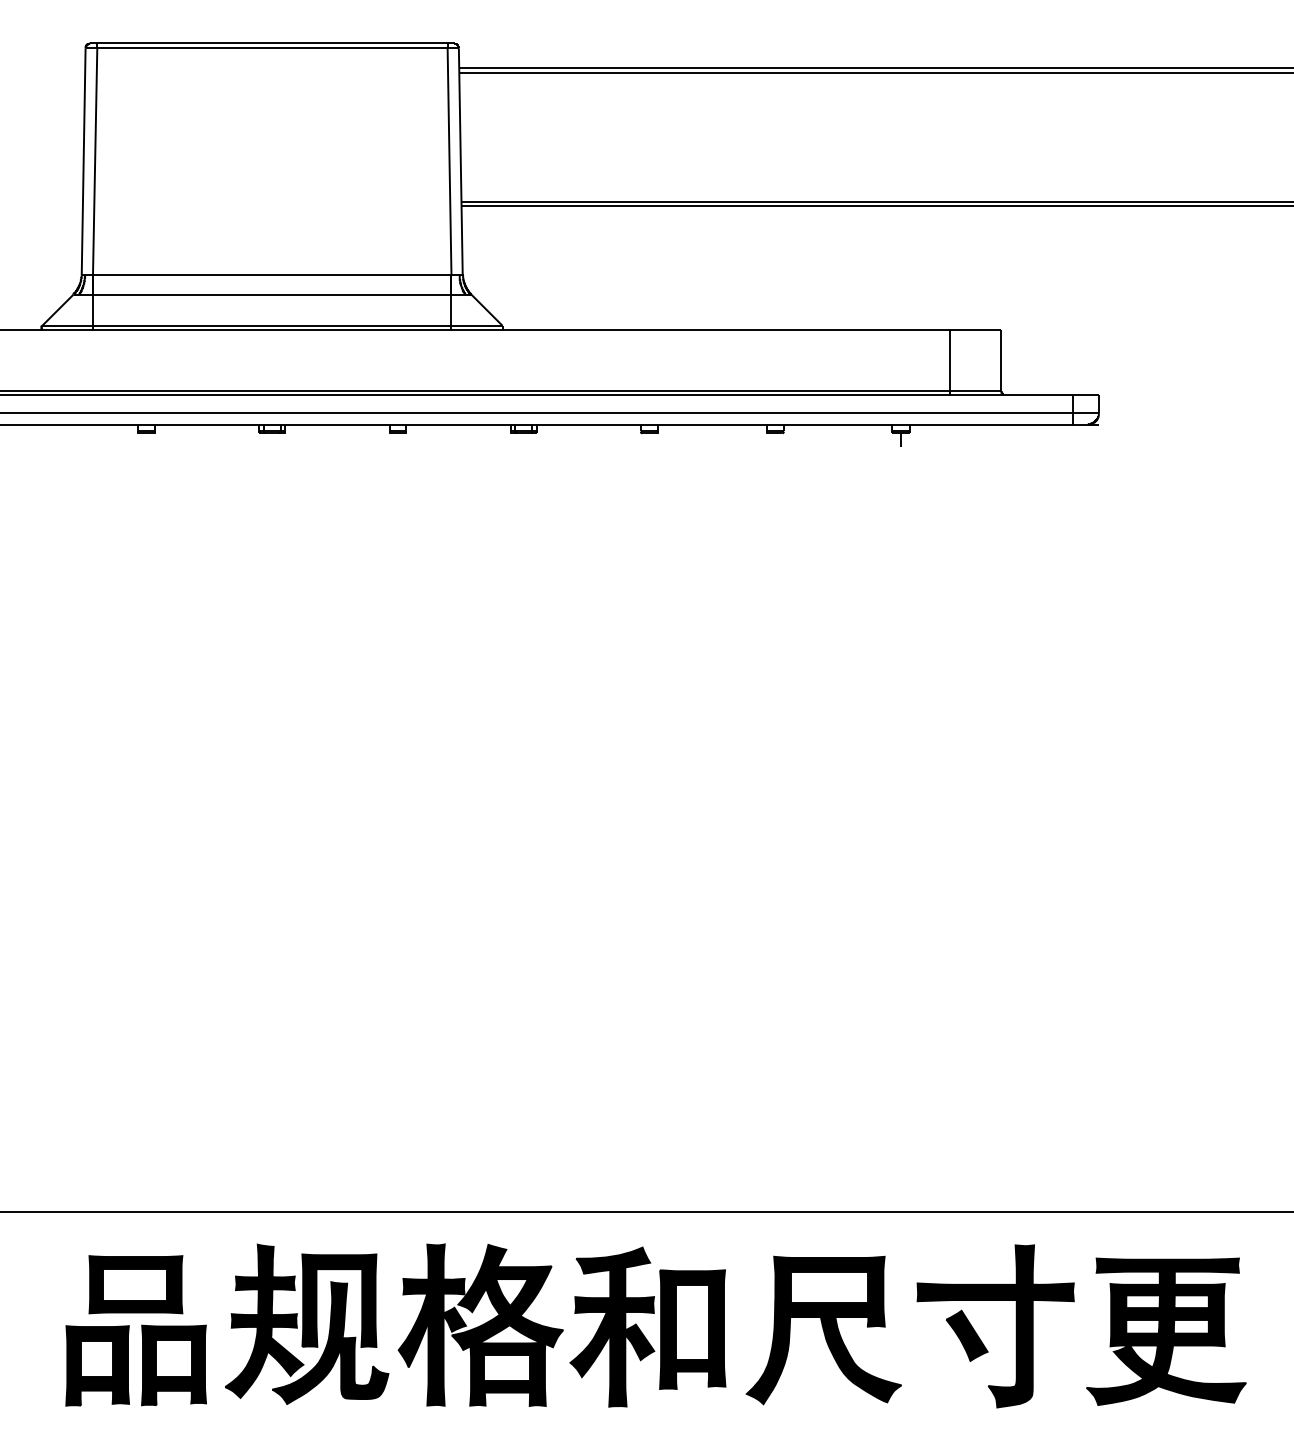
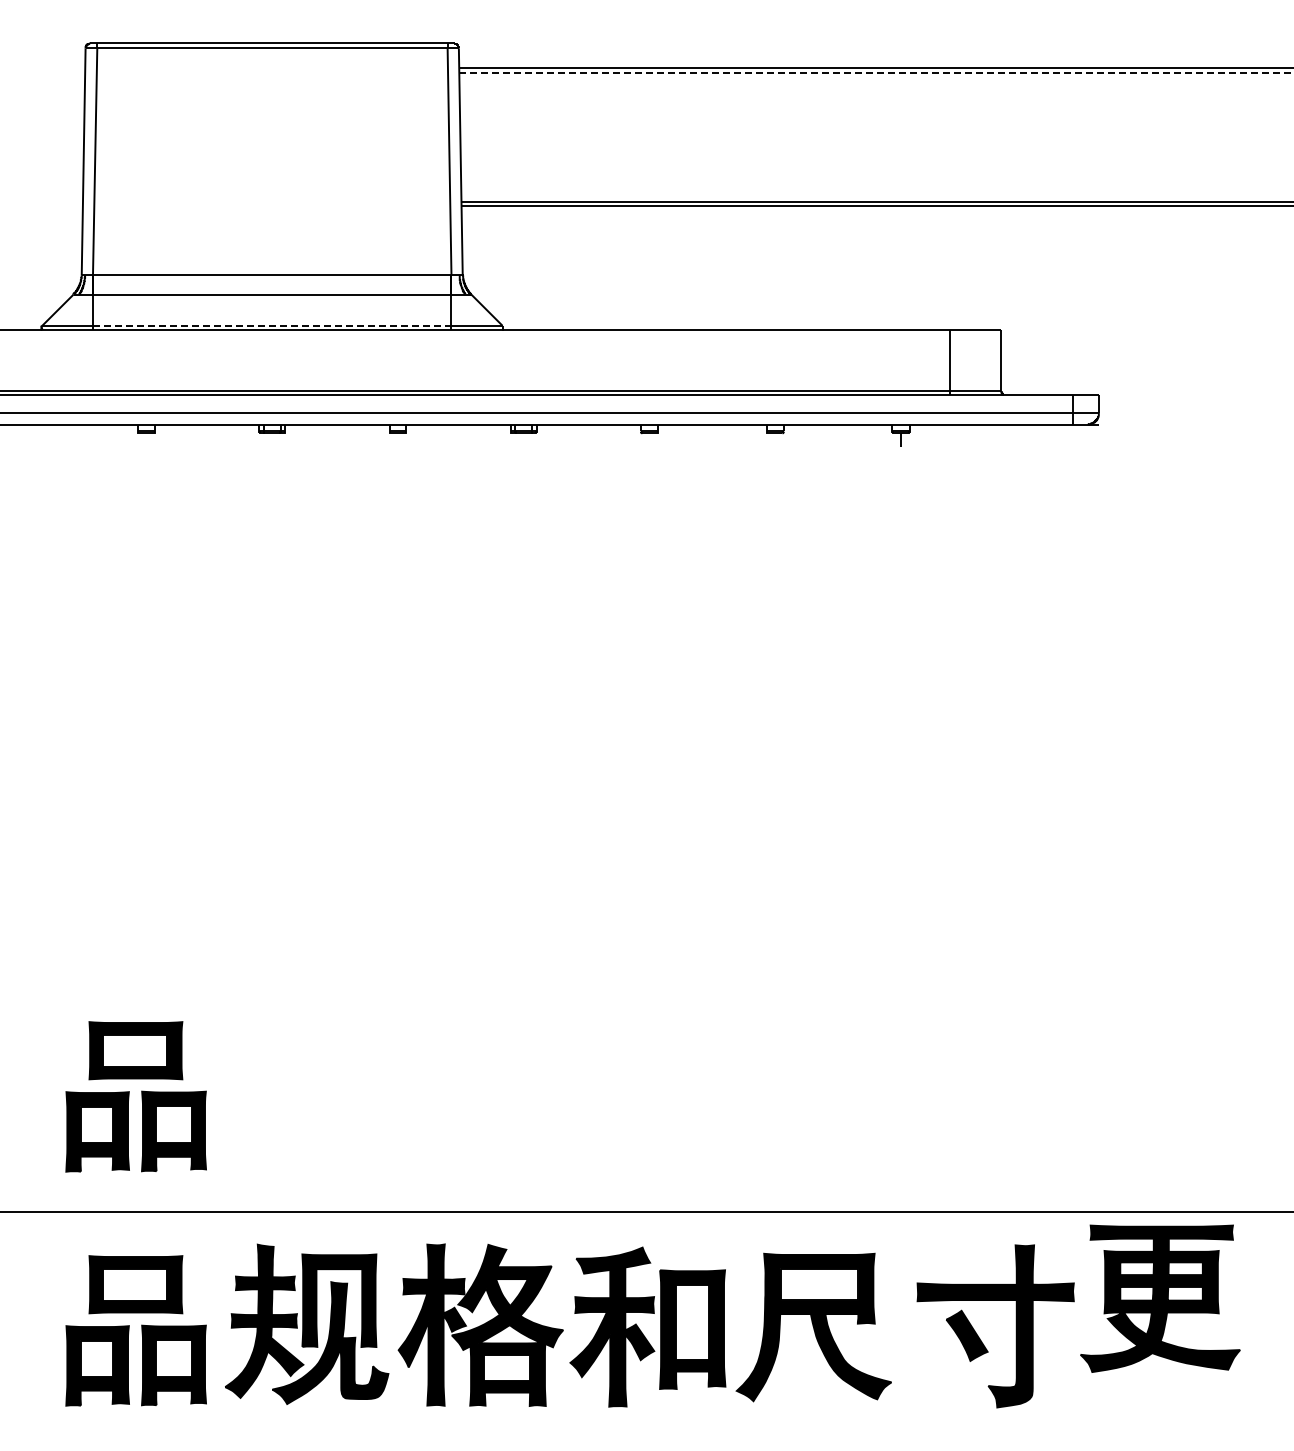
line at (876, 72): solid -> dashed
line at (272, 325): solid -> dashed
part at (135, 1096): none -> present
part at (823, 1330) position: (823, 1330) -> (813, 1327)
part at (1166, 1331) position: (1166, 1331) -> (1160, 1298)
